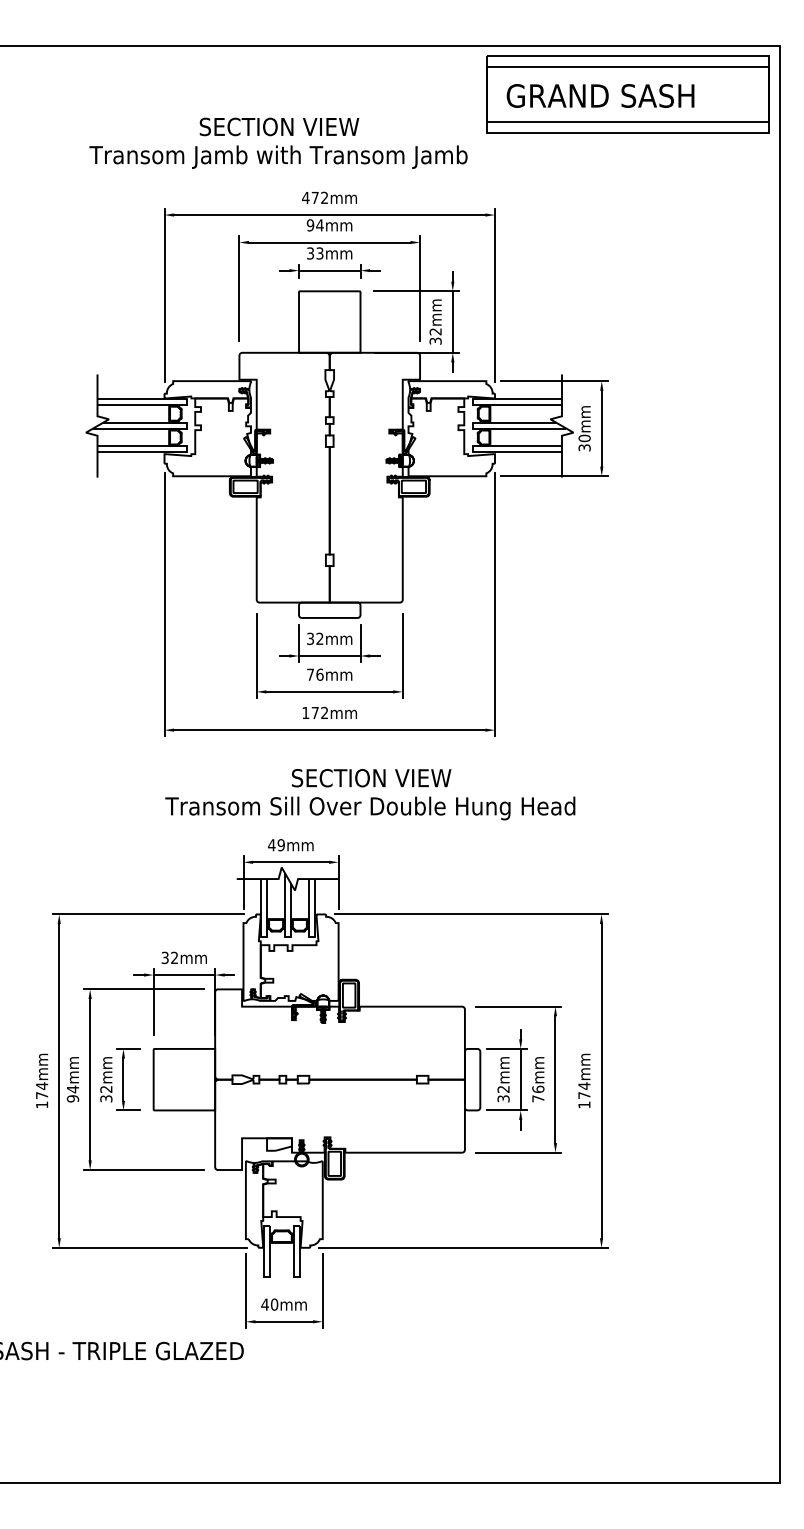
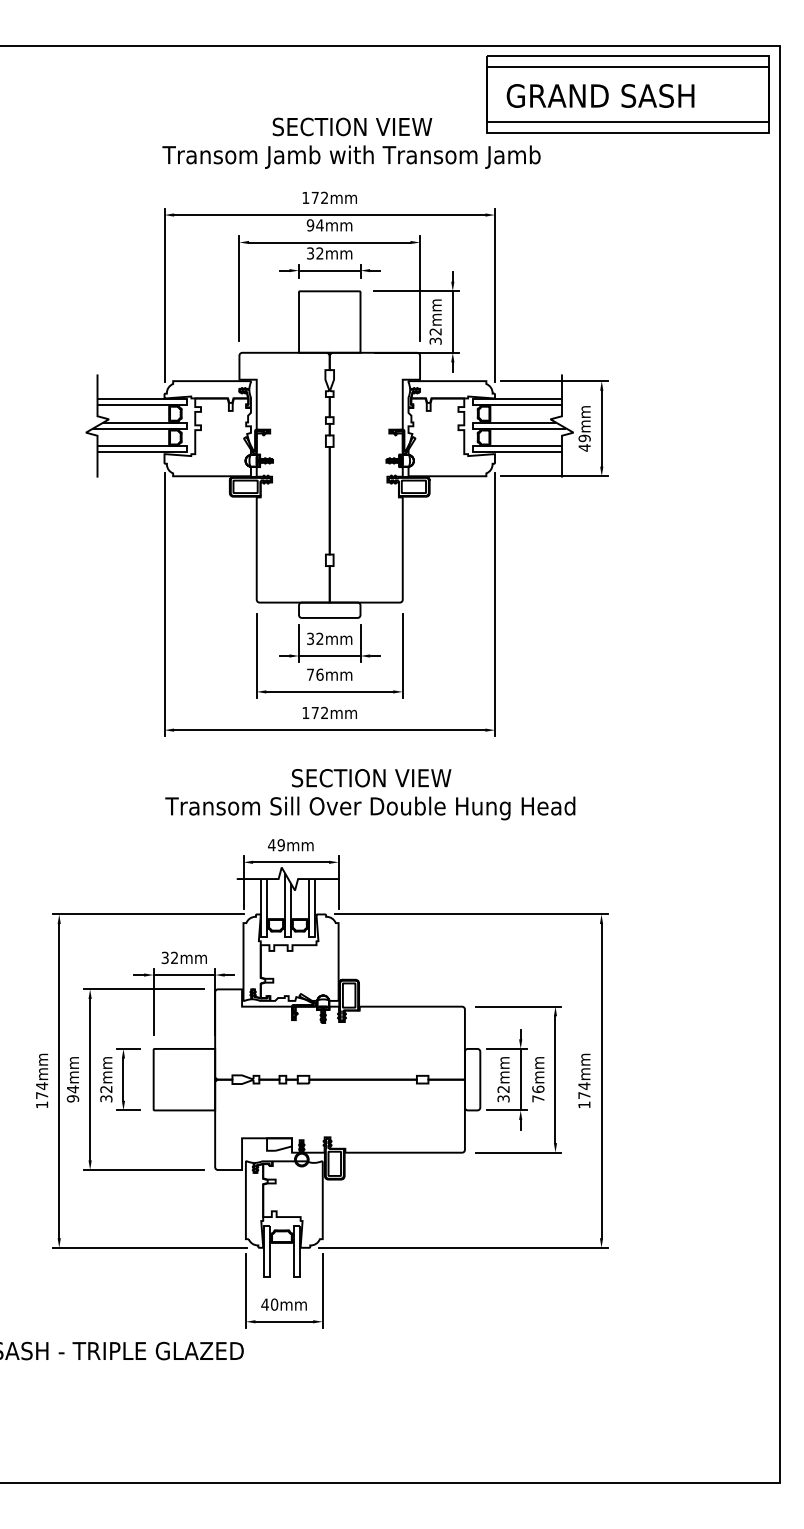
text at (278, 142) position: (278, 142) -> (351, 142)
text at (305, 197): 472mm -> 172mm
text at (319, 253): 33mm -> 32mm
text at (584, 442): 30mm -> 49mm
